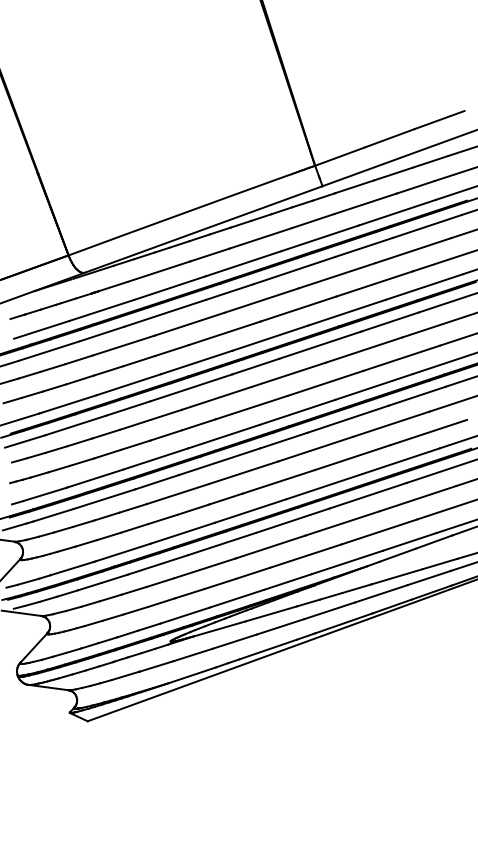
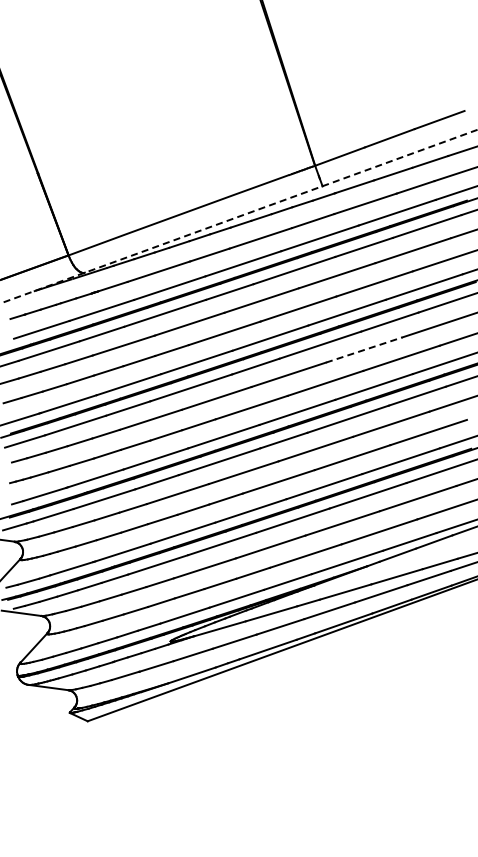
line at (238, 216): solid -> dashed
line at (364, 349): solid -> dashed
